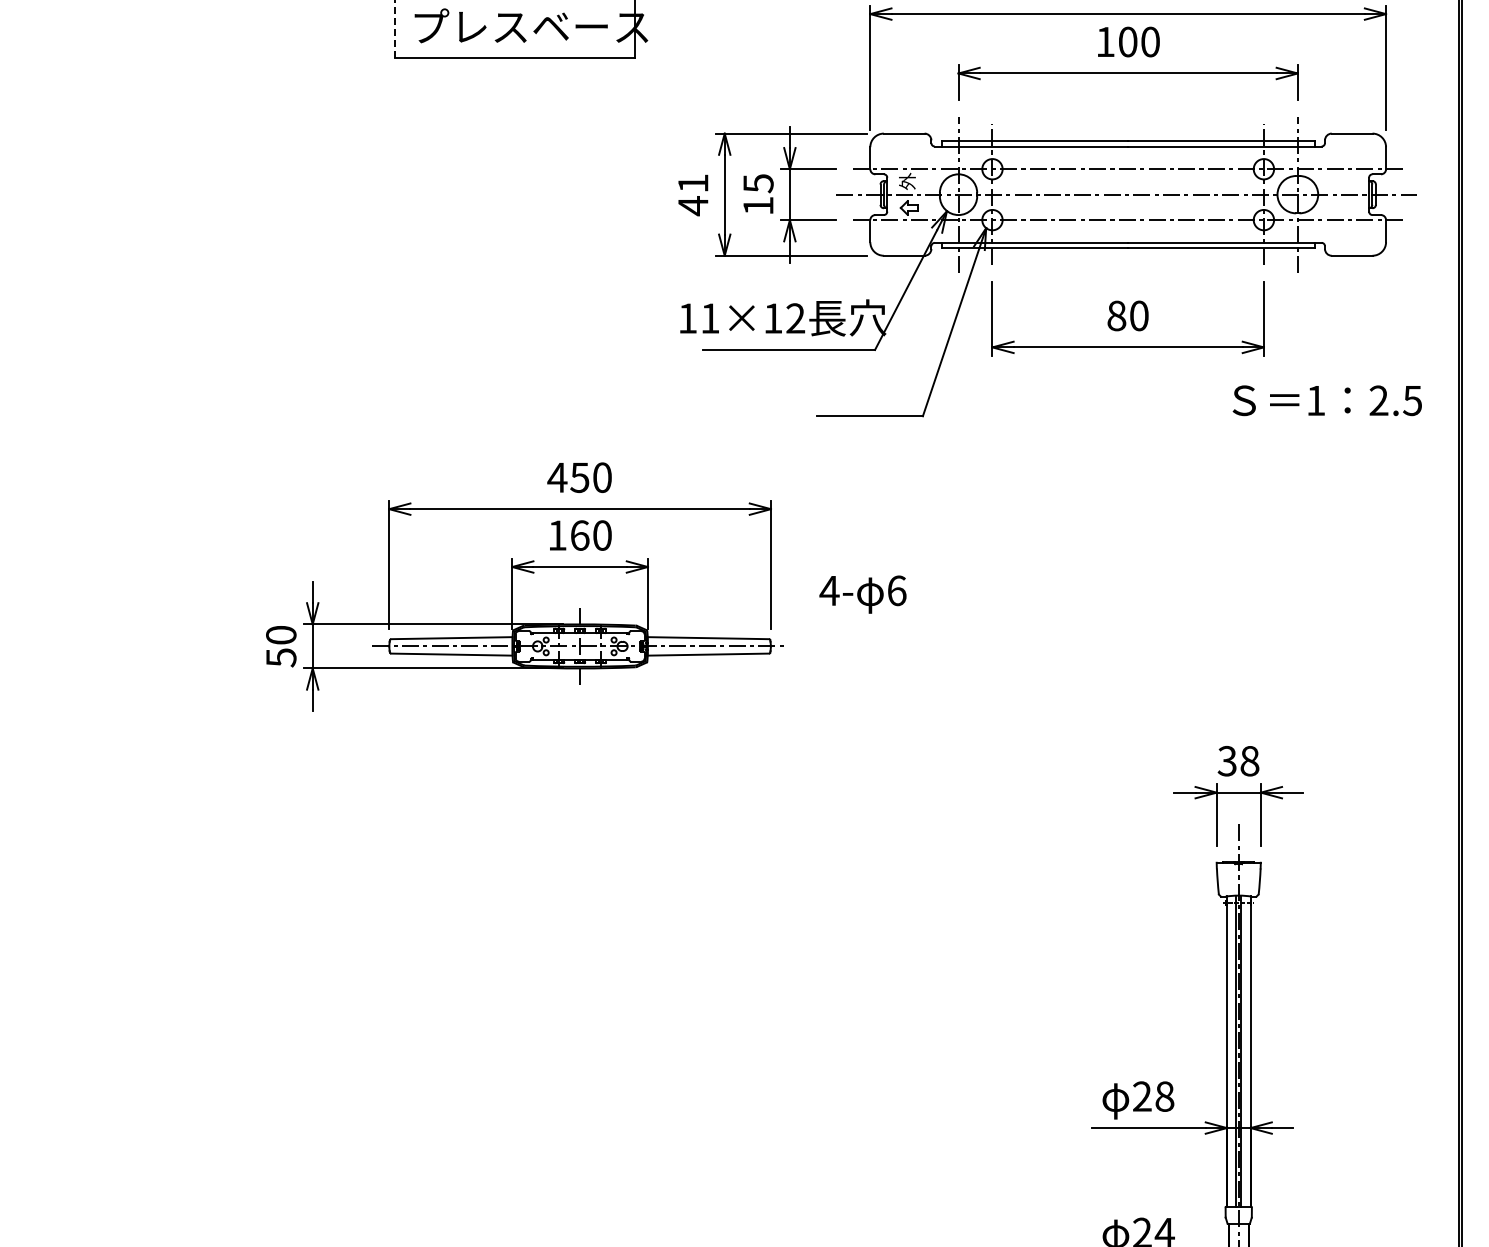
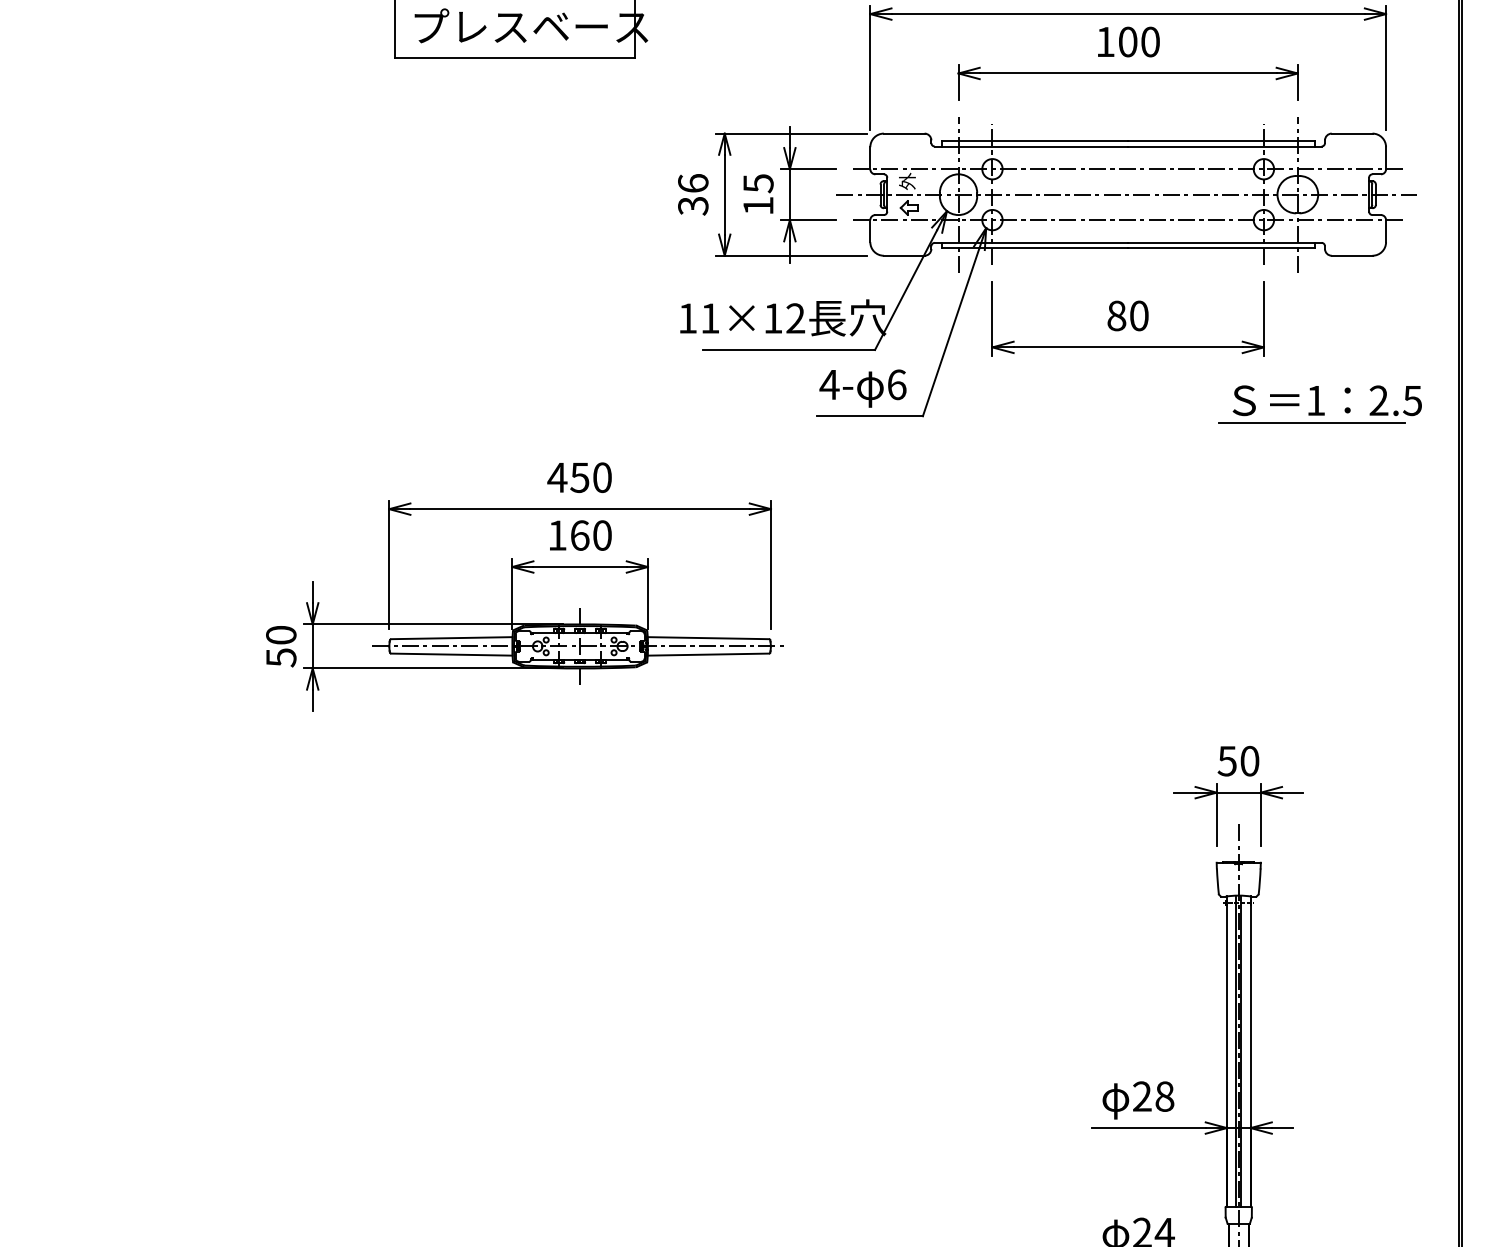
line at (395, 29): dashed -> solid
text at (693, 195): 41 -> 36
line at (1312, 423): none -> present
text at (862, 594) position: (862, 594) -> (862, 388)
text at (1238, 760): 38 -> 50
